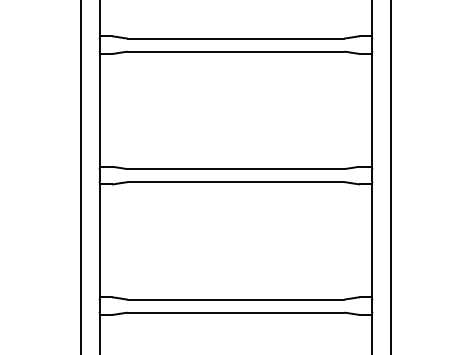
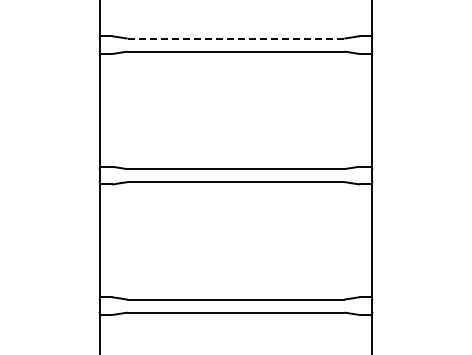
line at (236, 38): solid -> dashed
line at (81, 176): present -> none
line at (390, 176): present -> none
